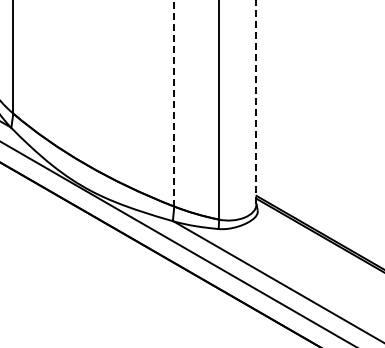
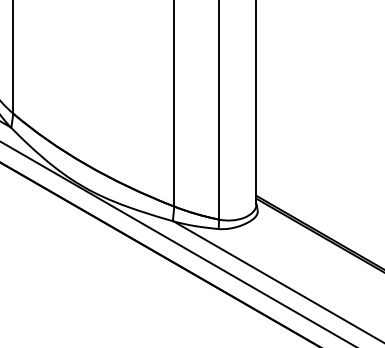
line at (256, 102): dashed -> solid
line at (174, 103): dashed -> solid
